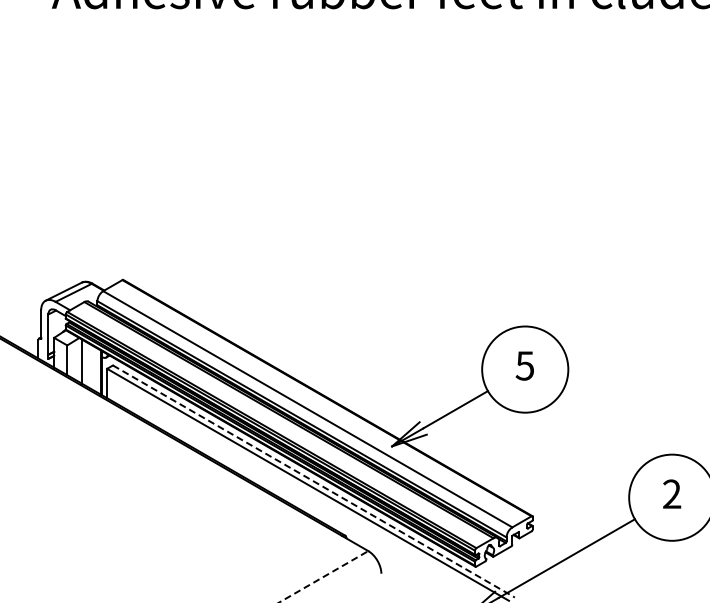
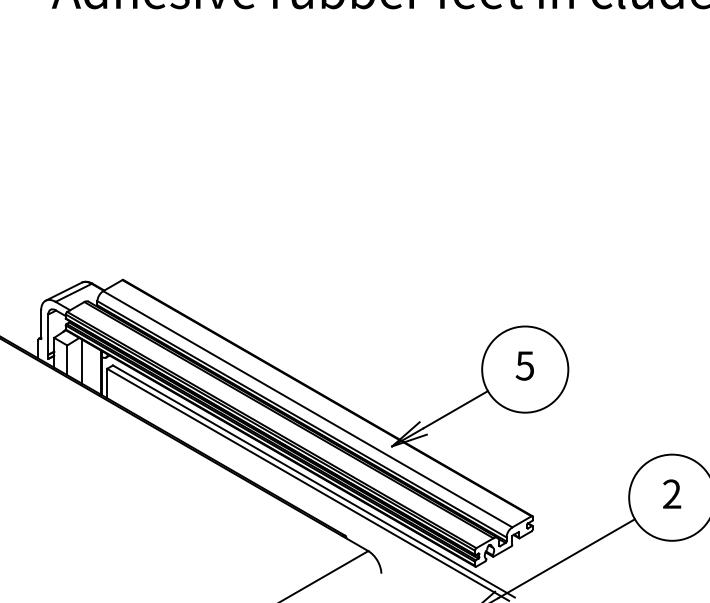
line at (314, 481): dashed -> solid
line at (324, 576): dashed -> solid
